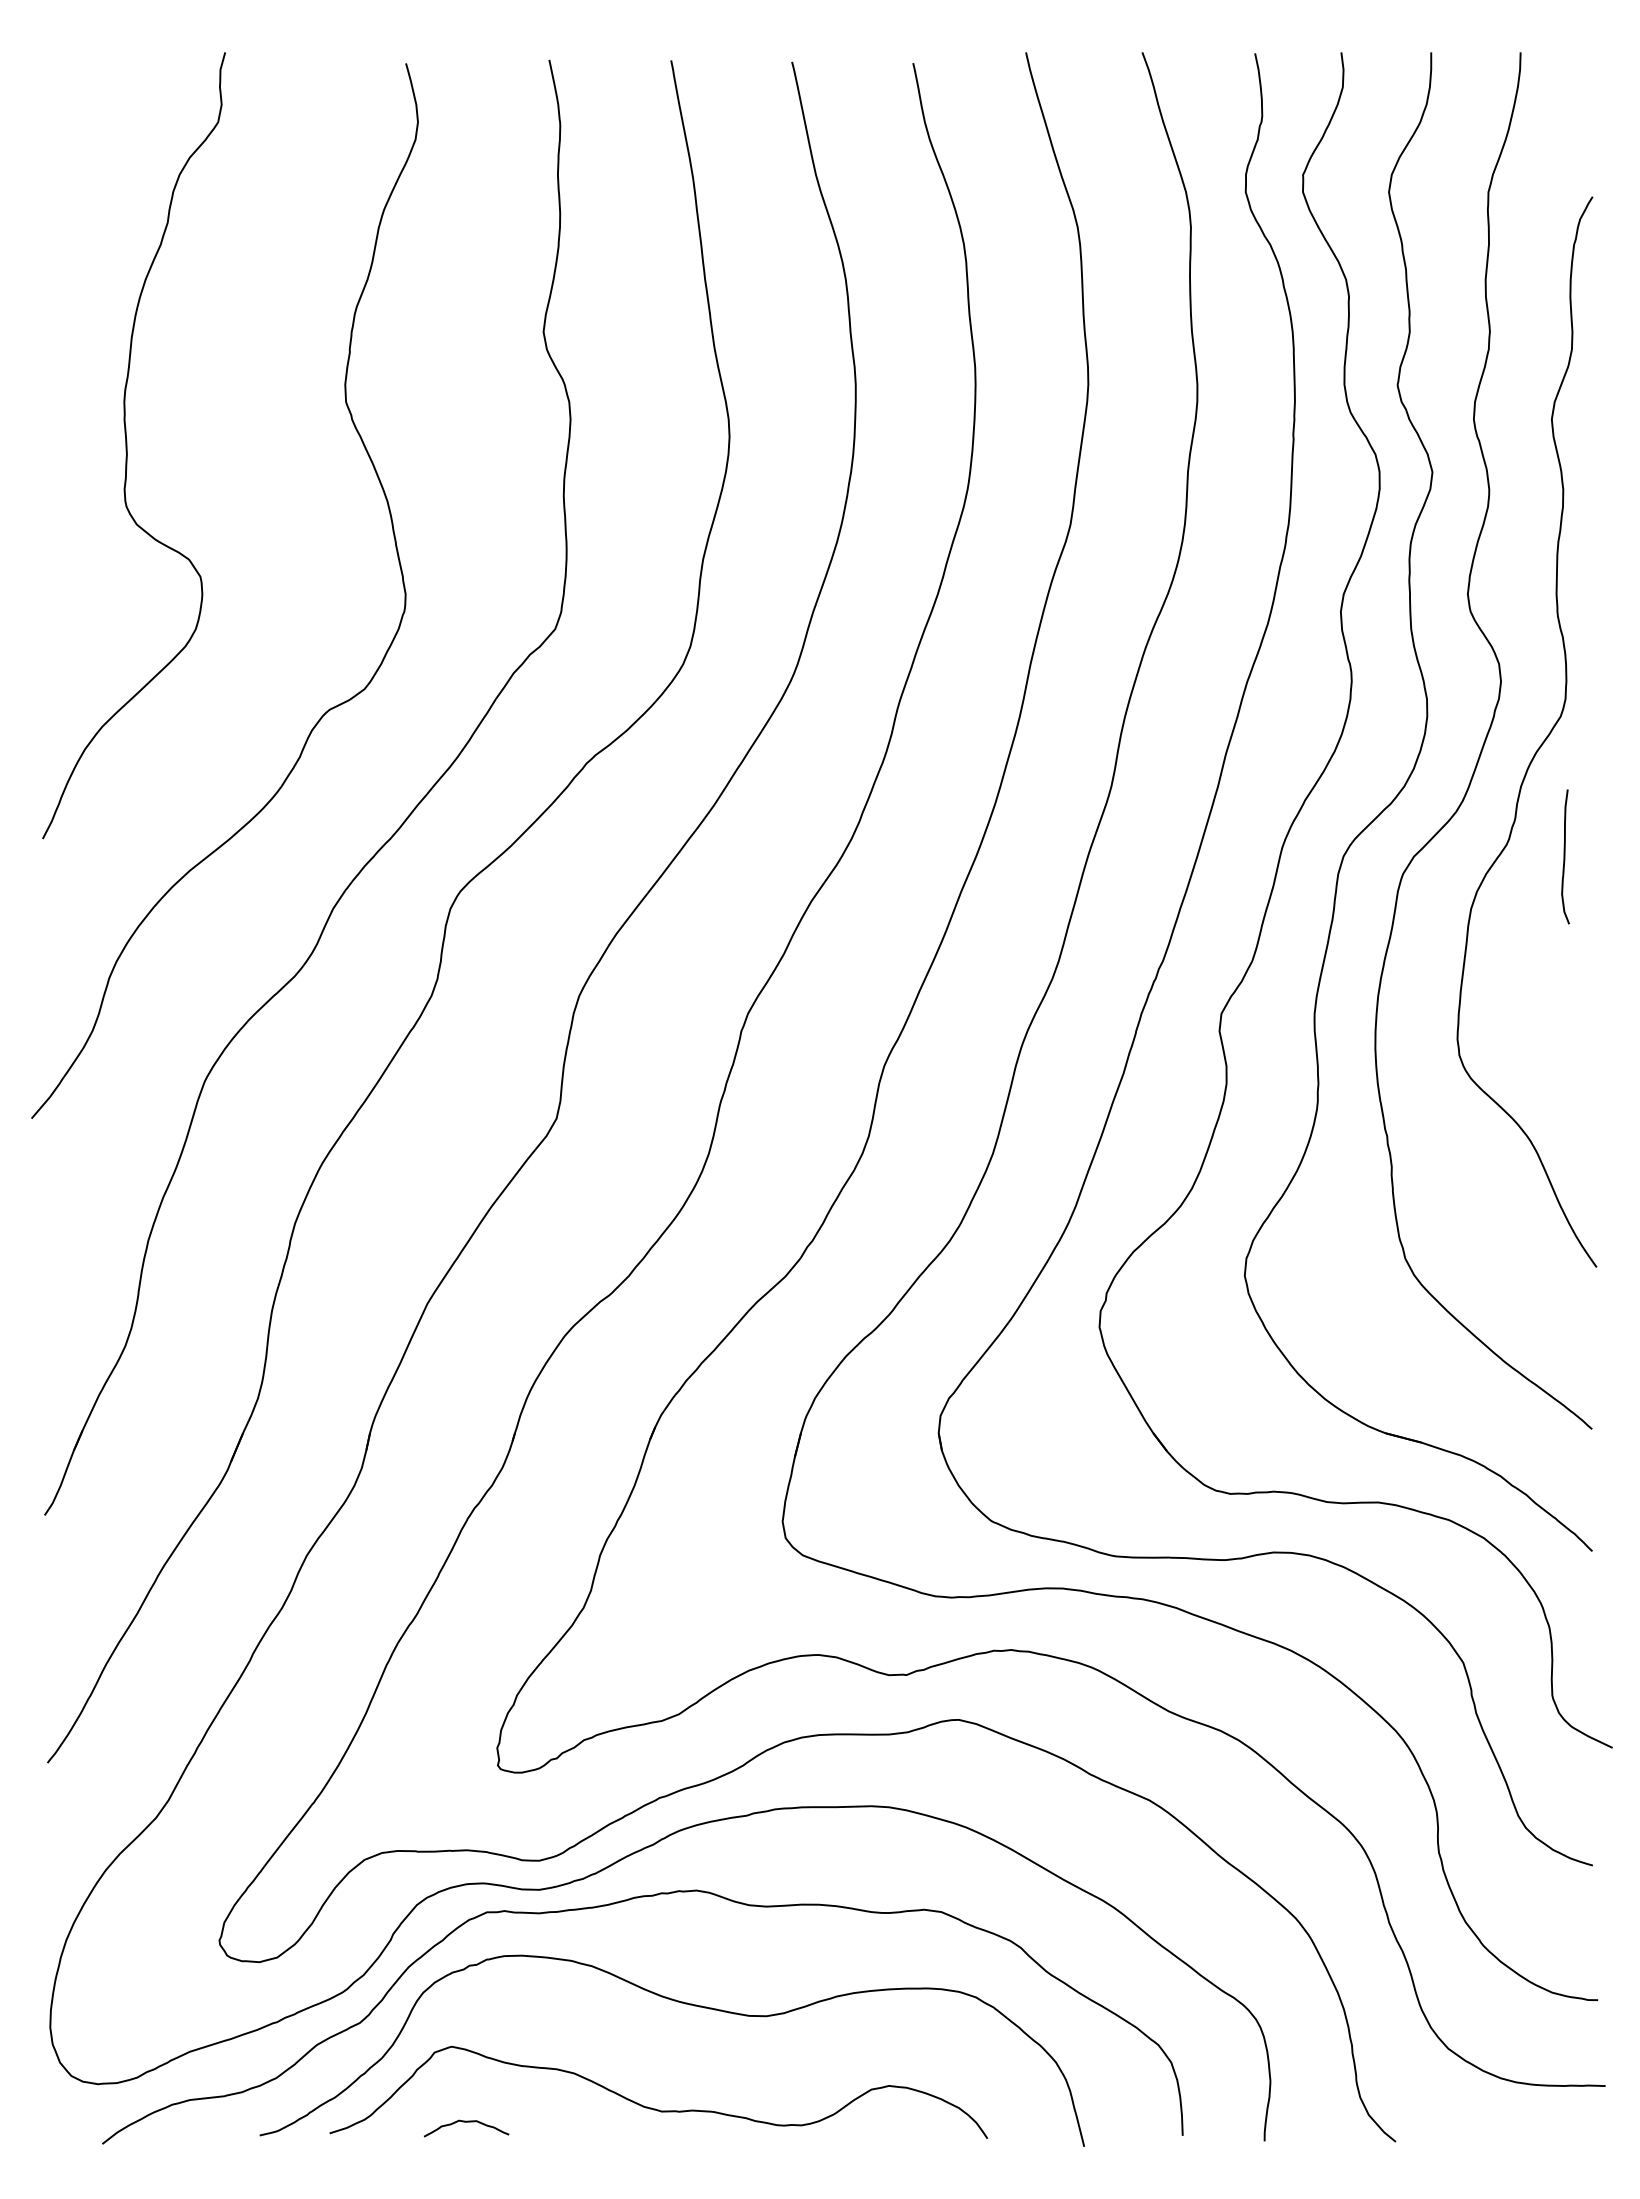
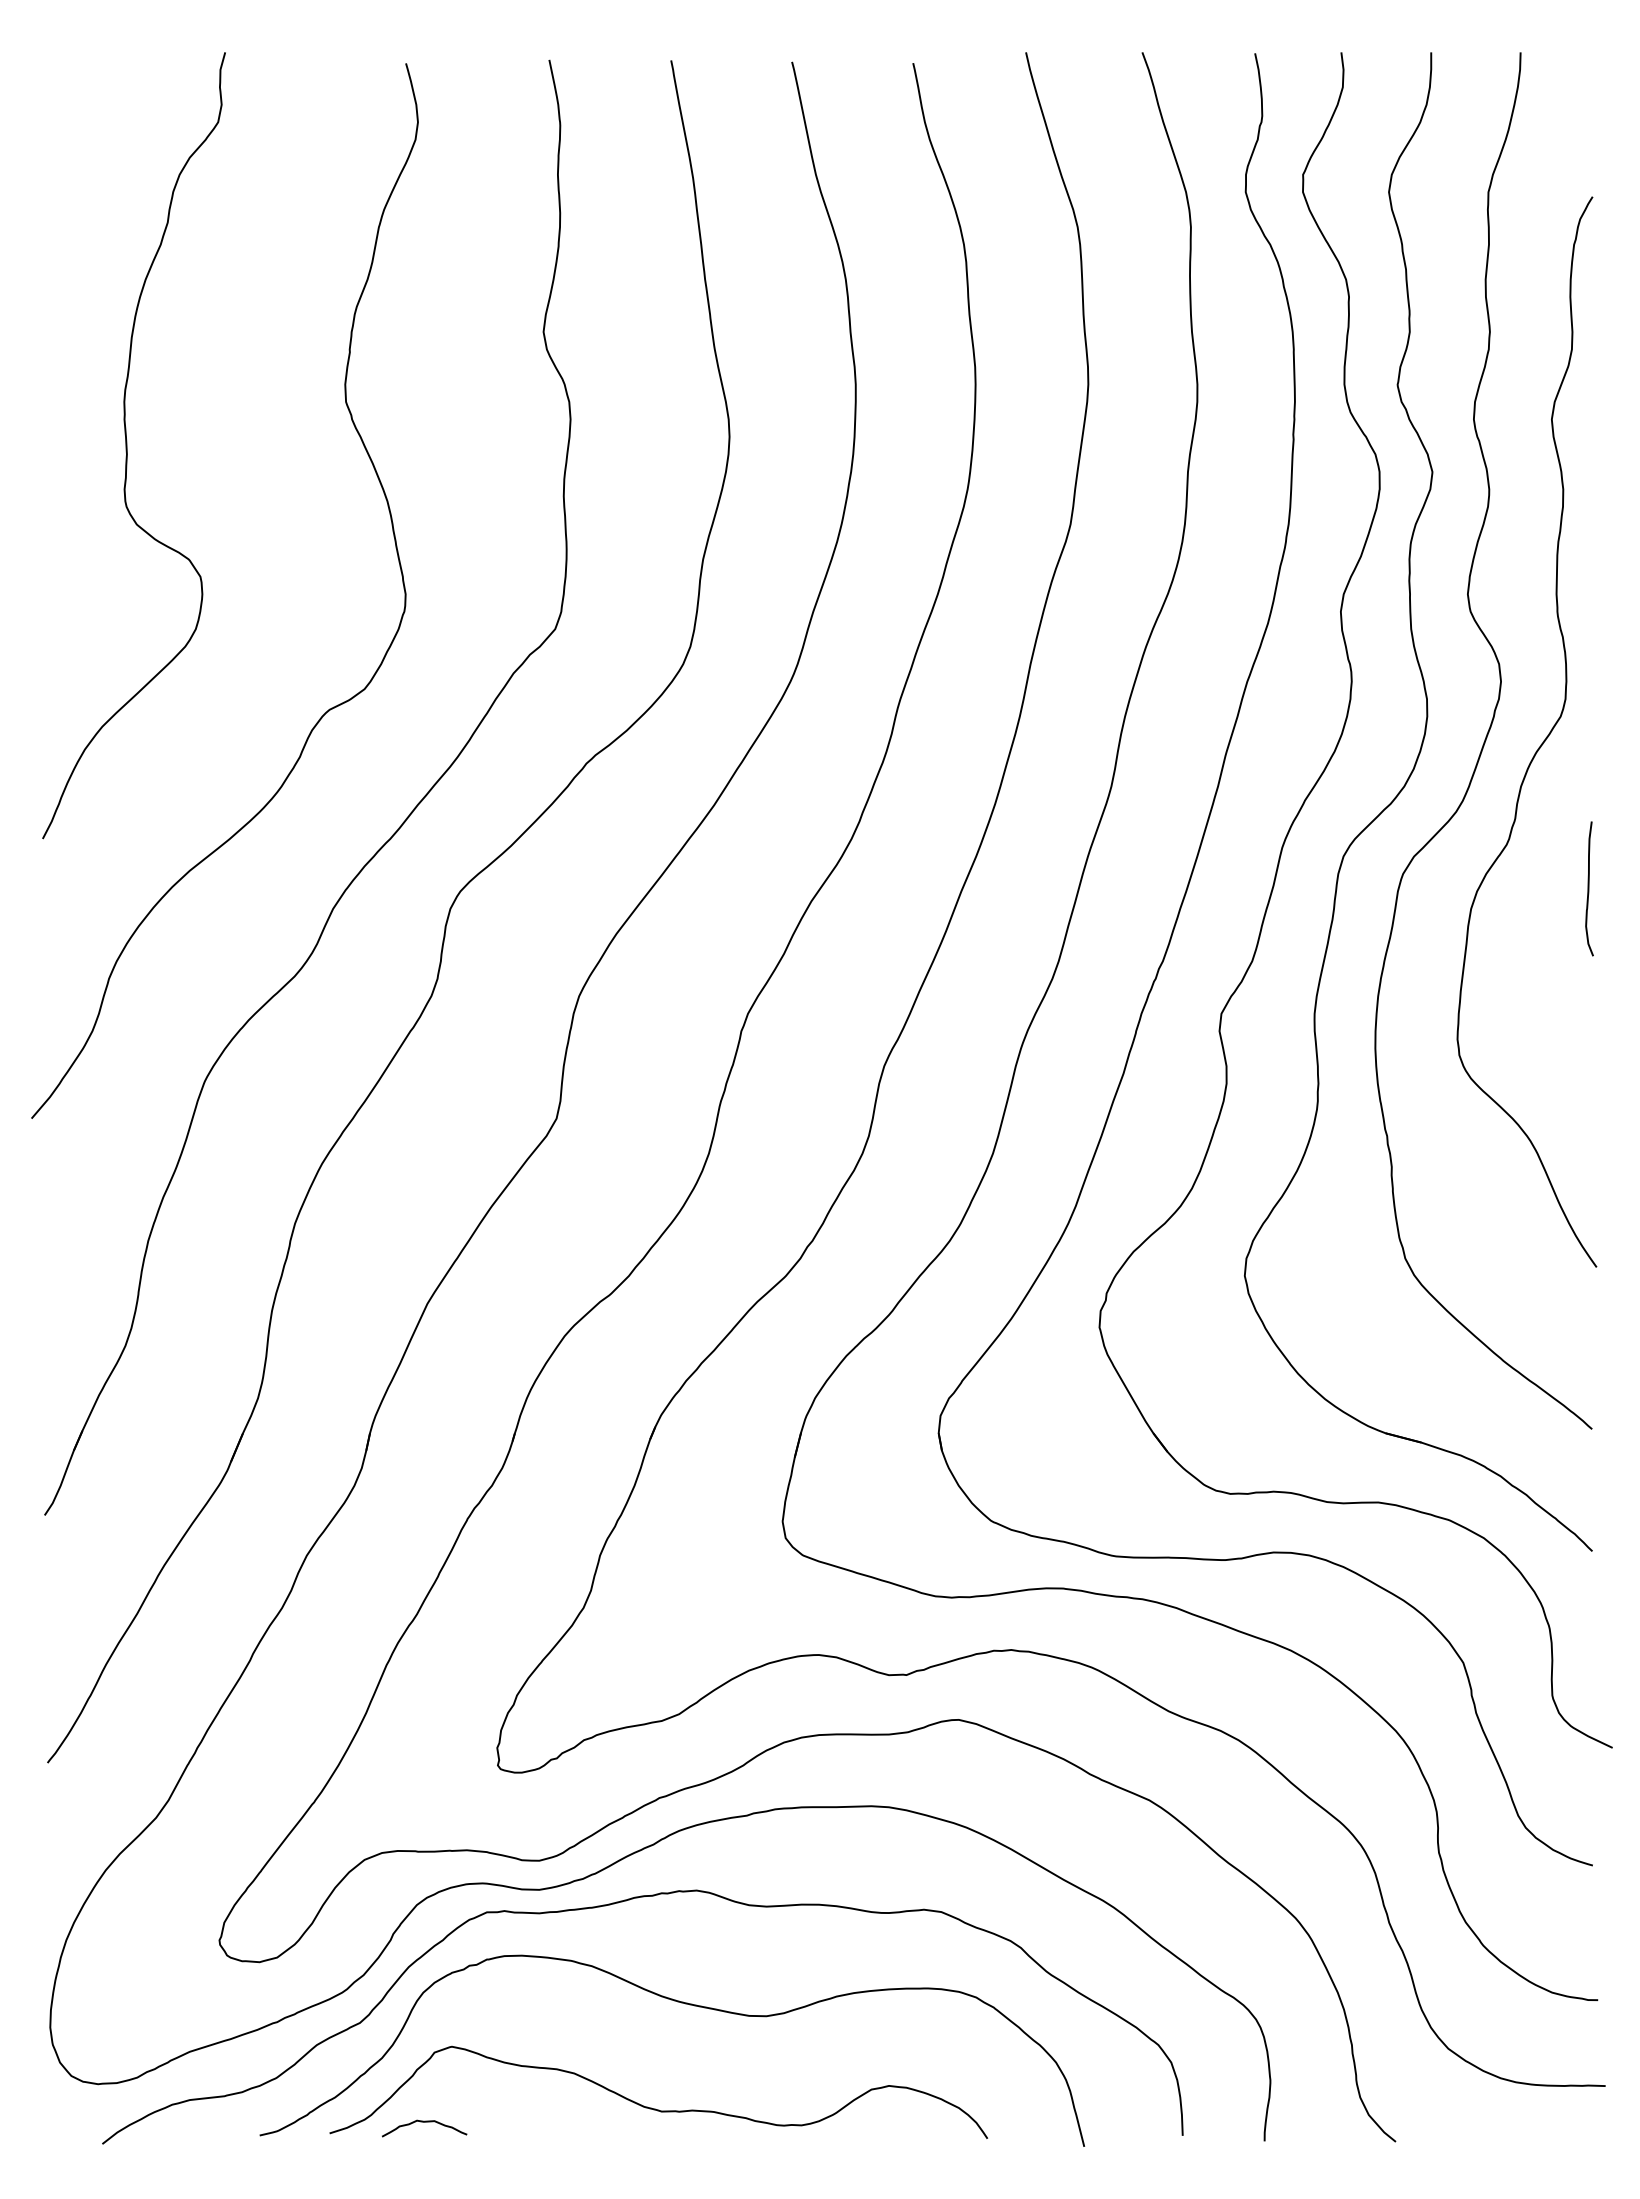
curve at (1565, 856) position: (1565, 856) -> (1589, 888)
curve at (466, 2122) position: (466, 2122) -> (424, 2122)
